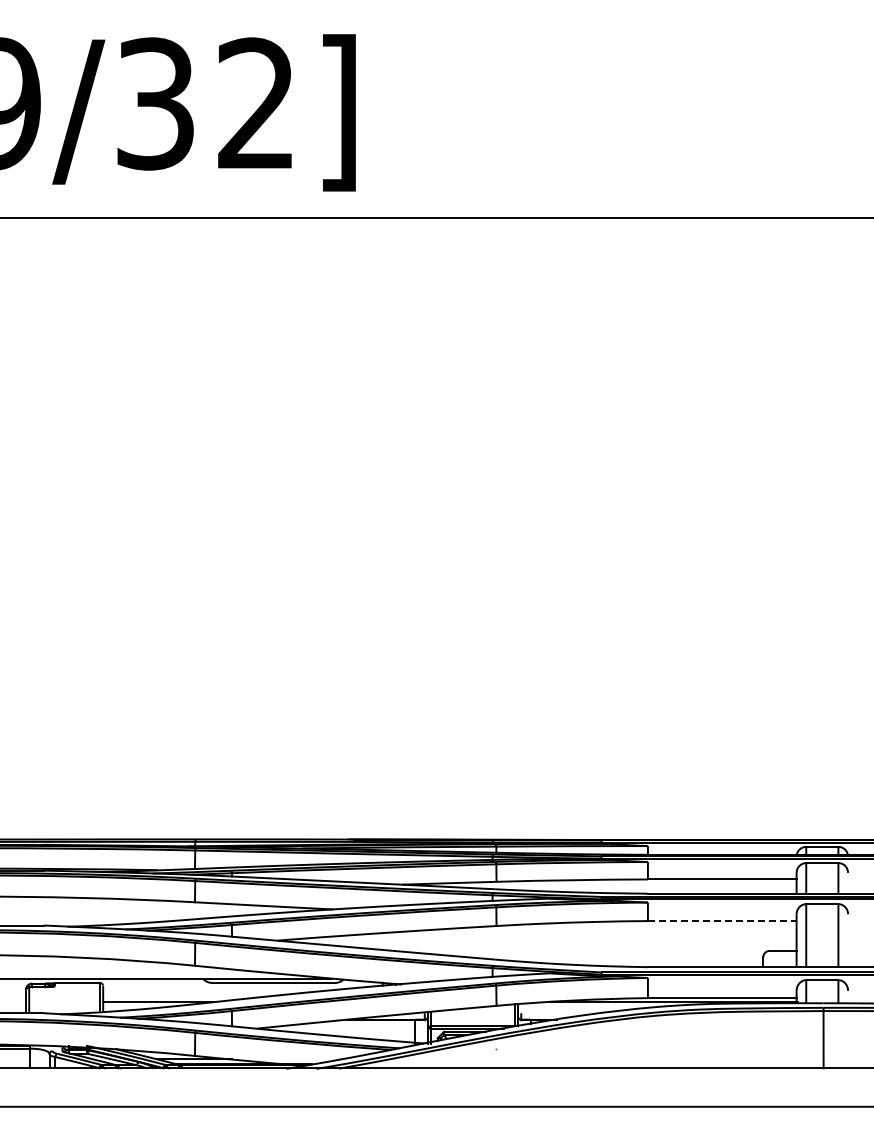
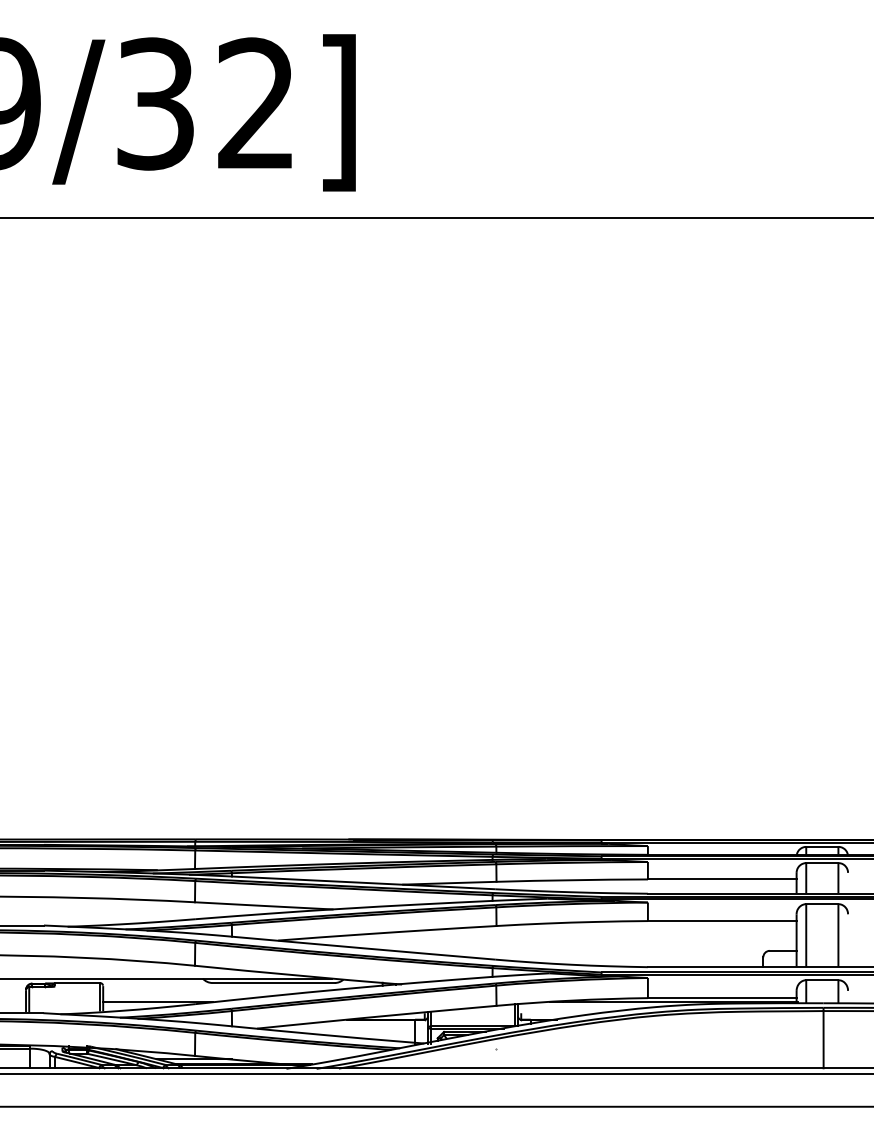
line at (722, 921): dashed -> solid
line at (436, 1074): none -> present
